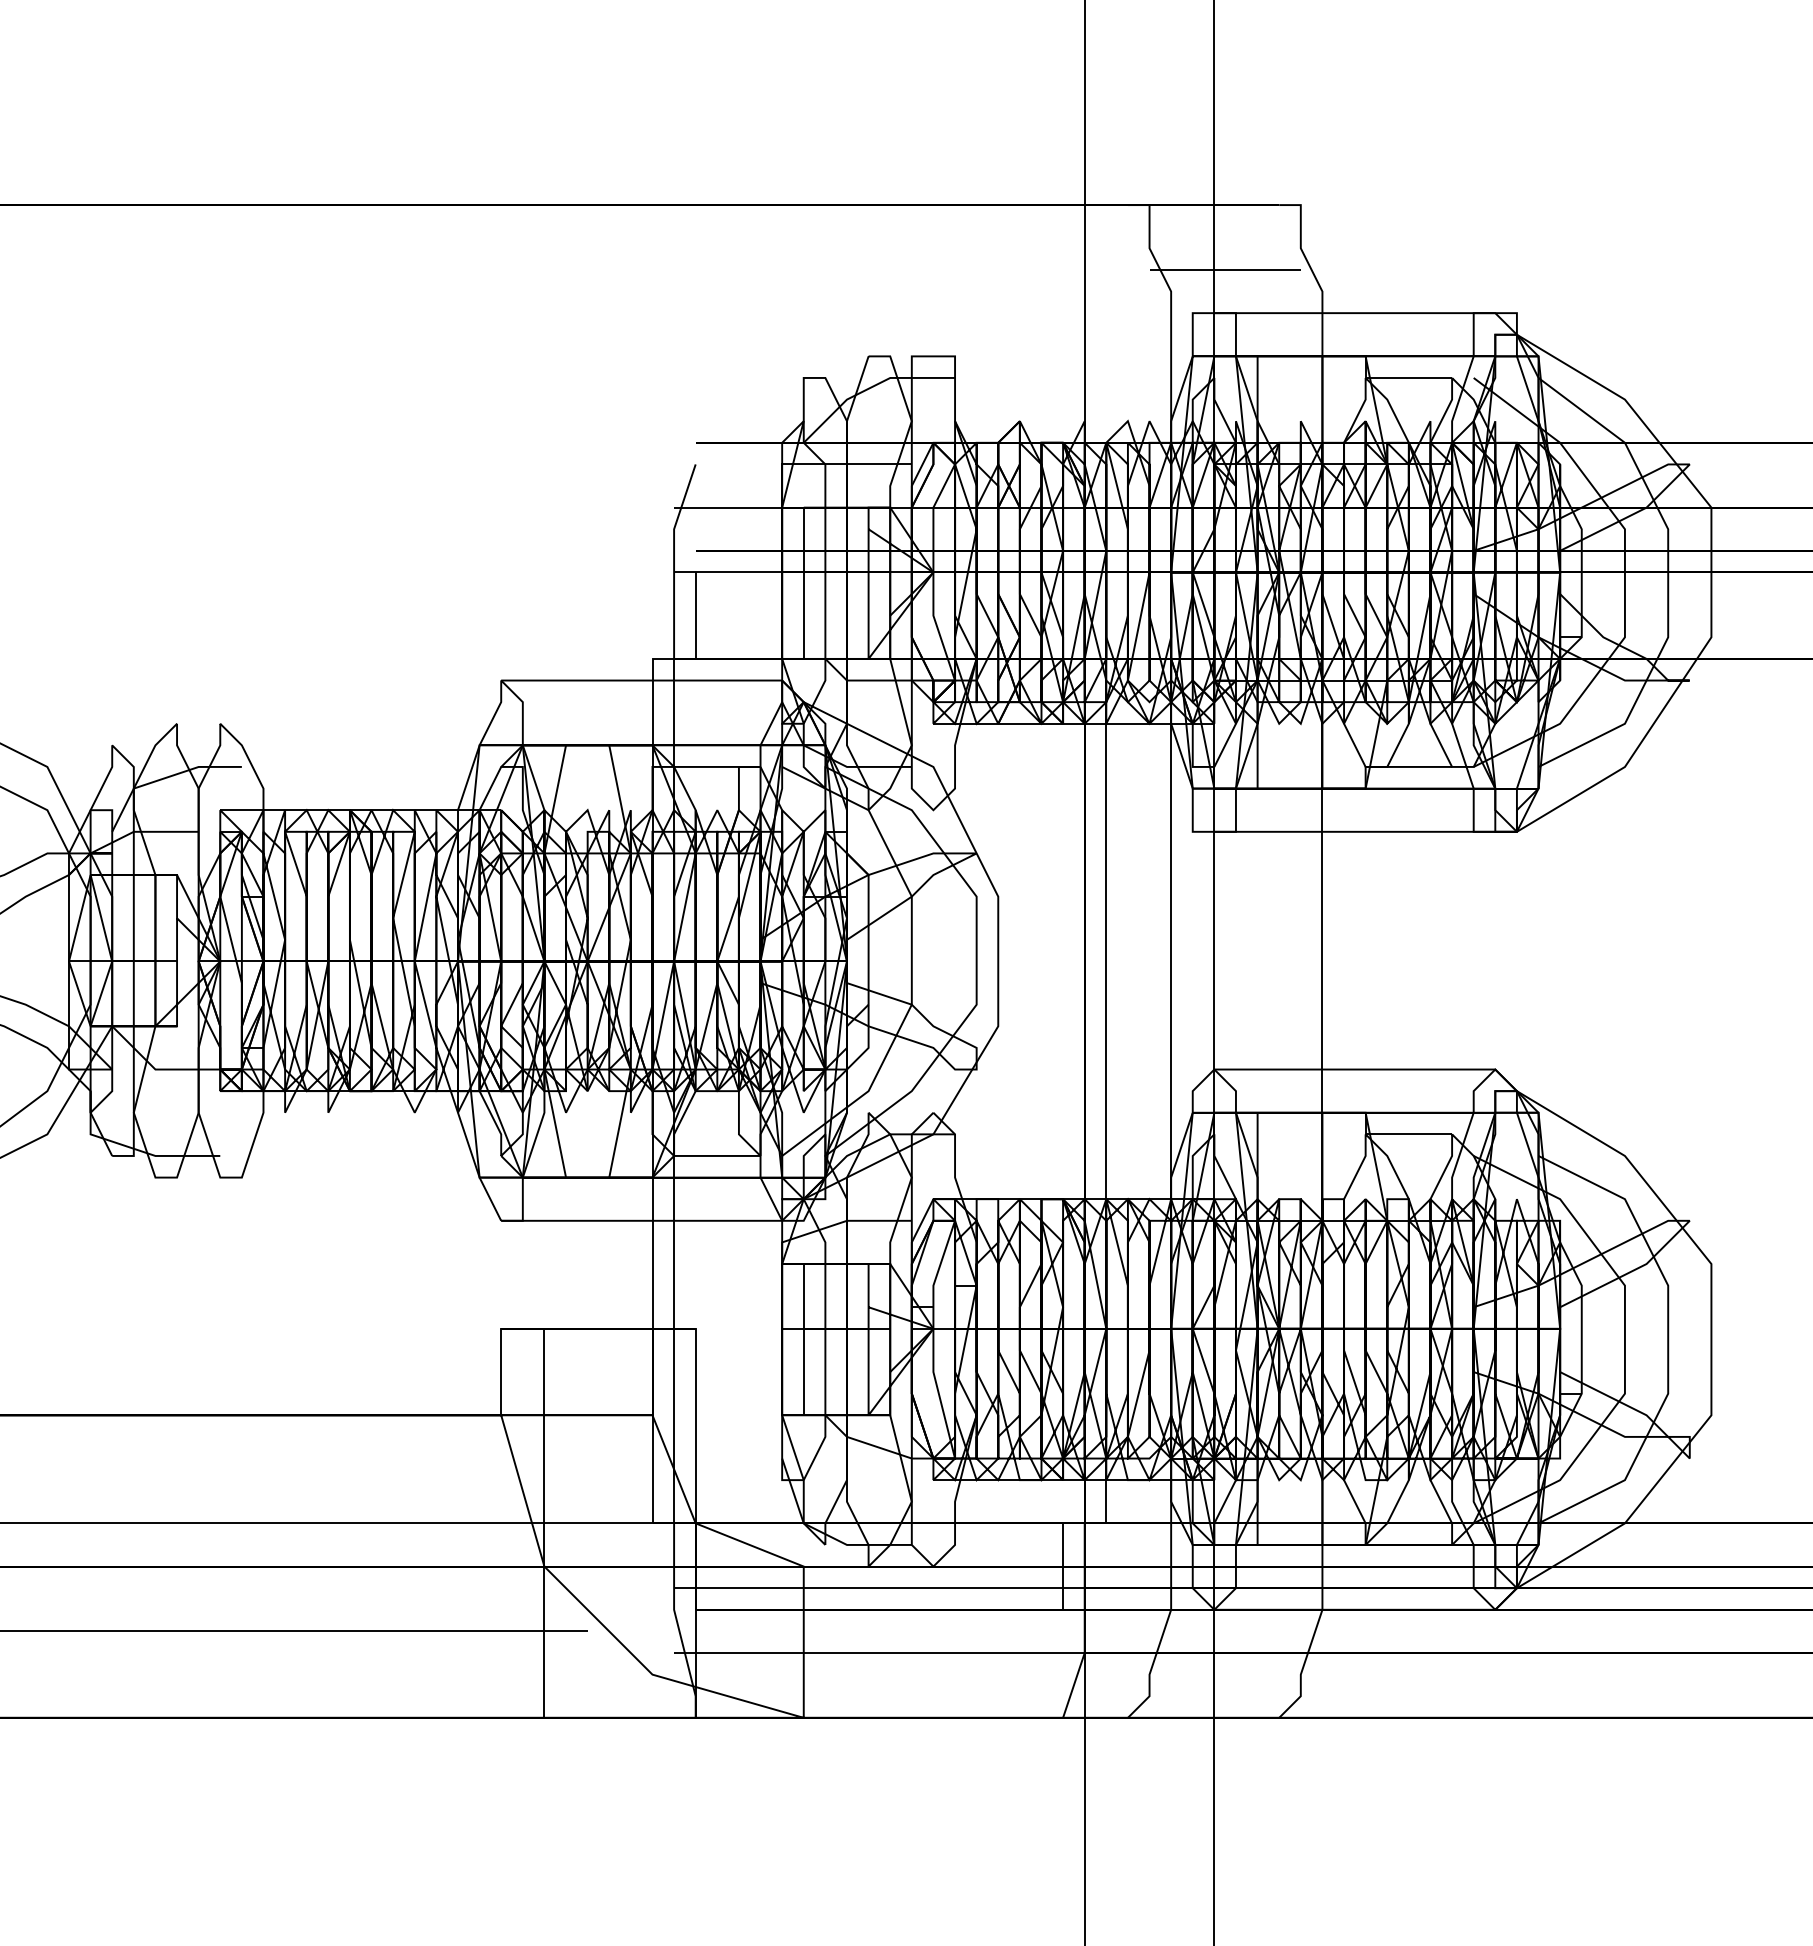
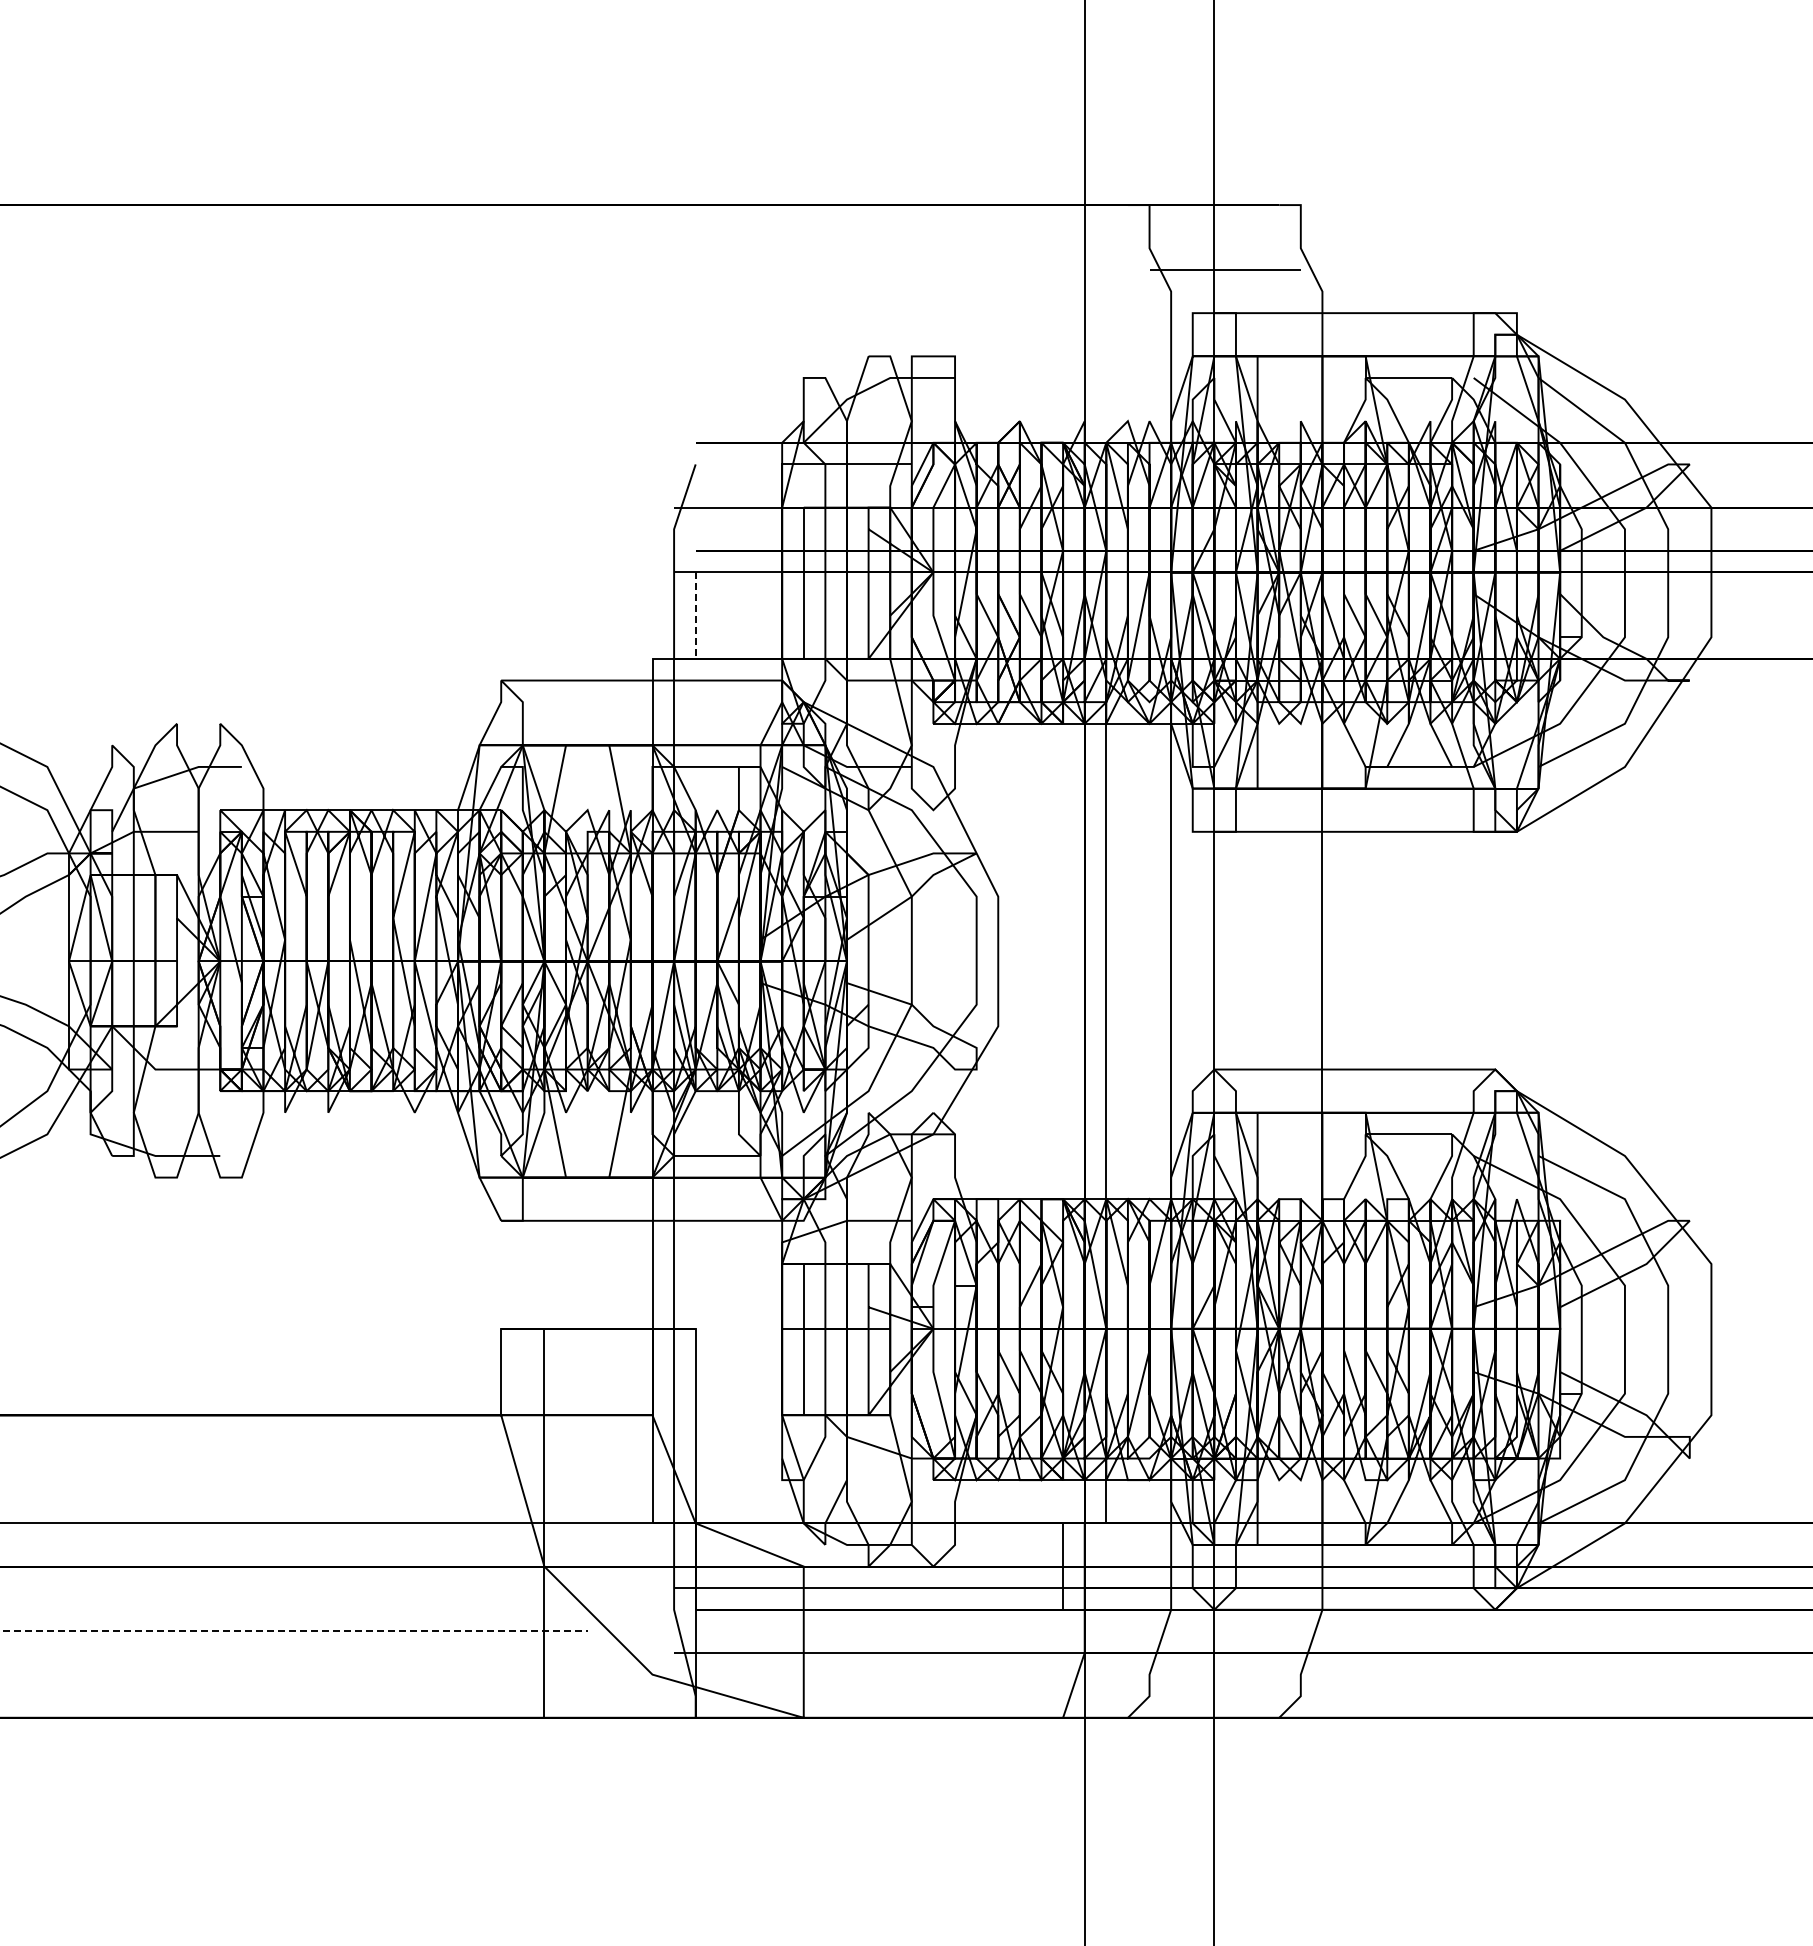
line at (695, 616): solid -> dashed
line at (294, 1631): solid -> dashed
